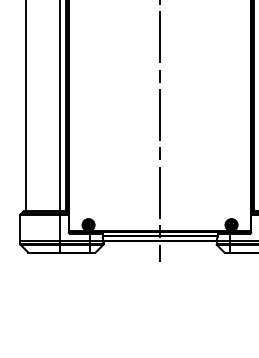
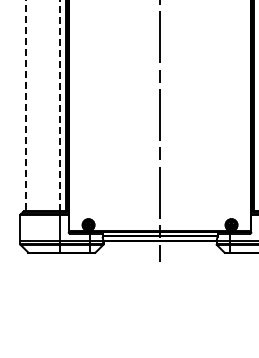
line at (26, 105): solid -> dashed
line at (60, 105): solid -> dashed
